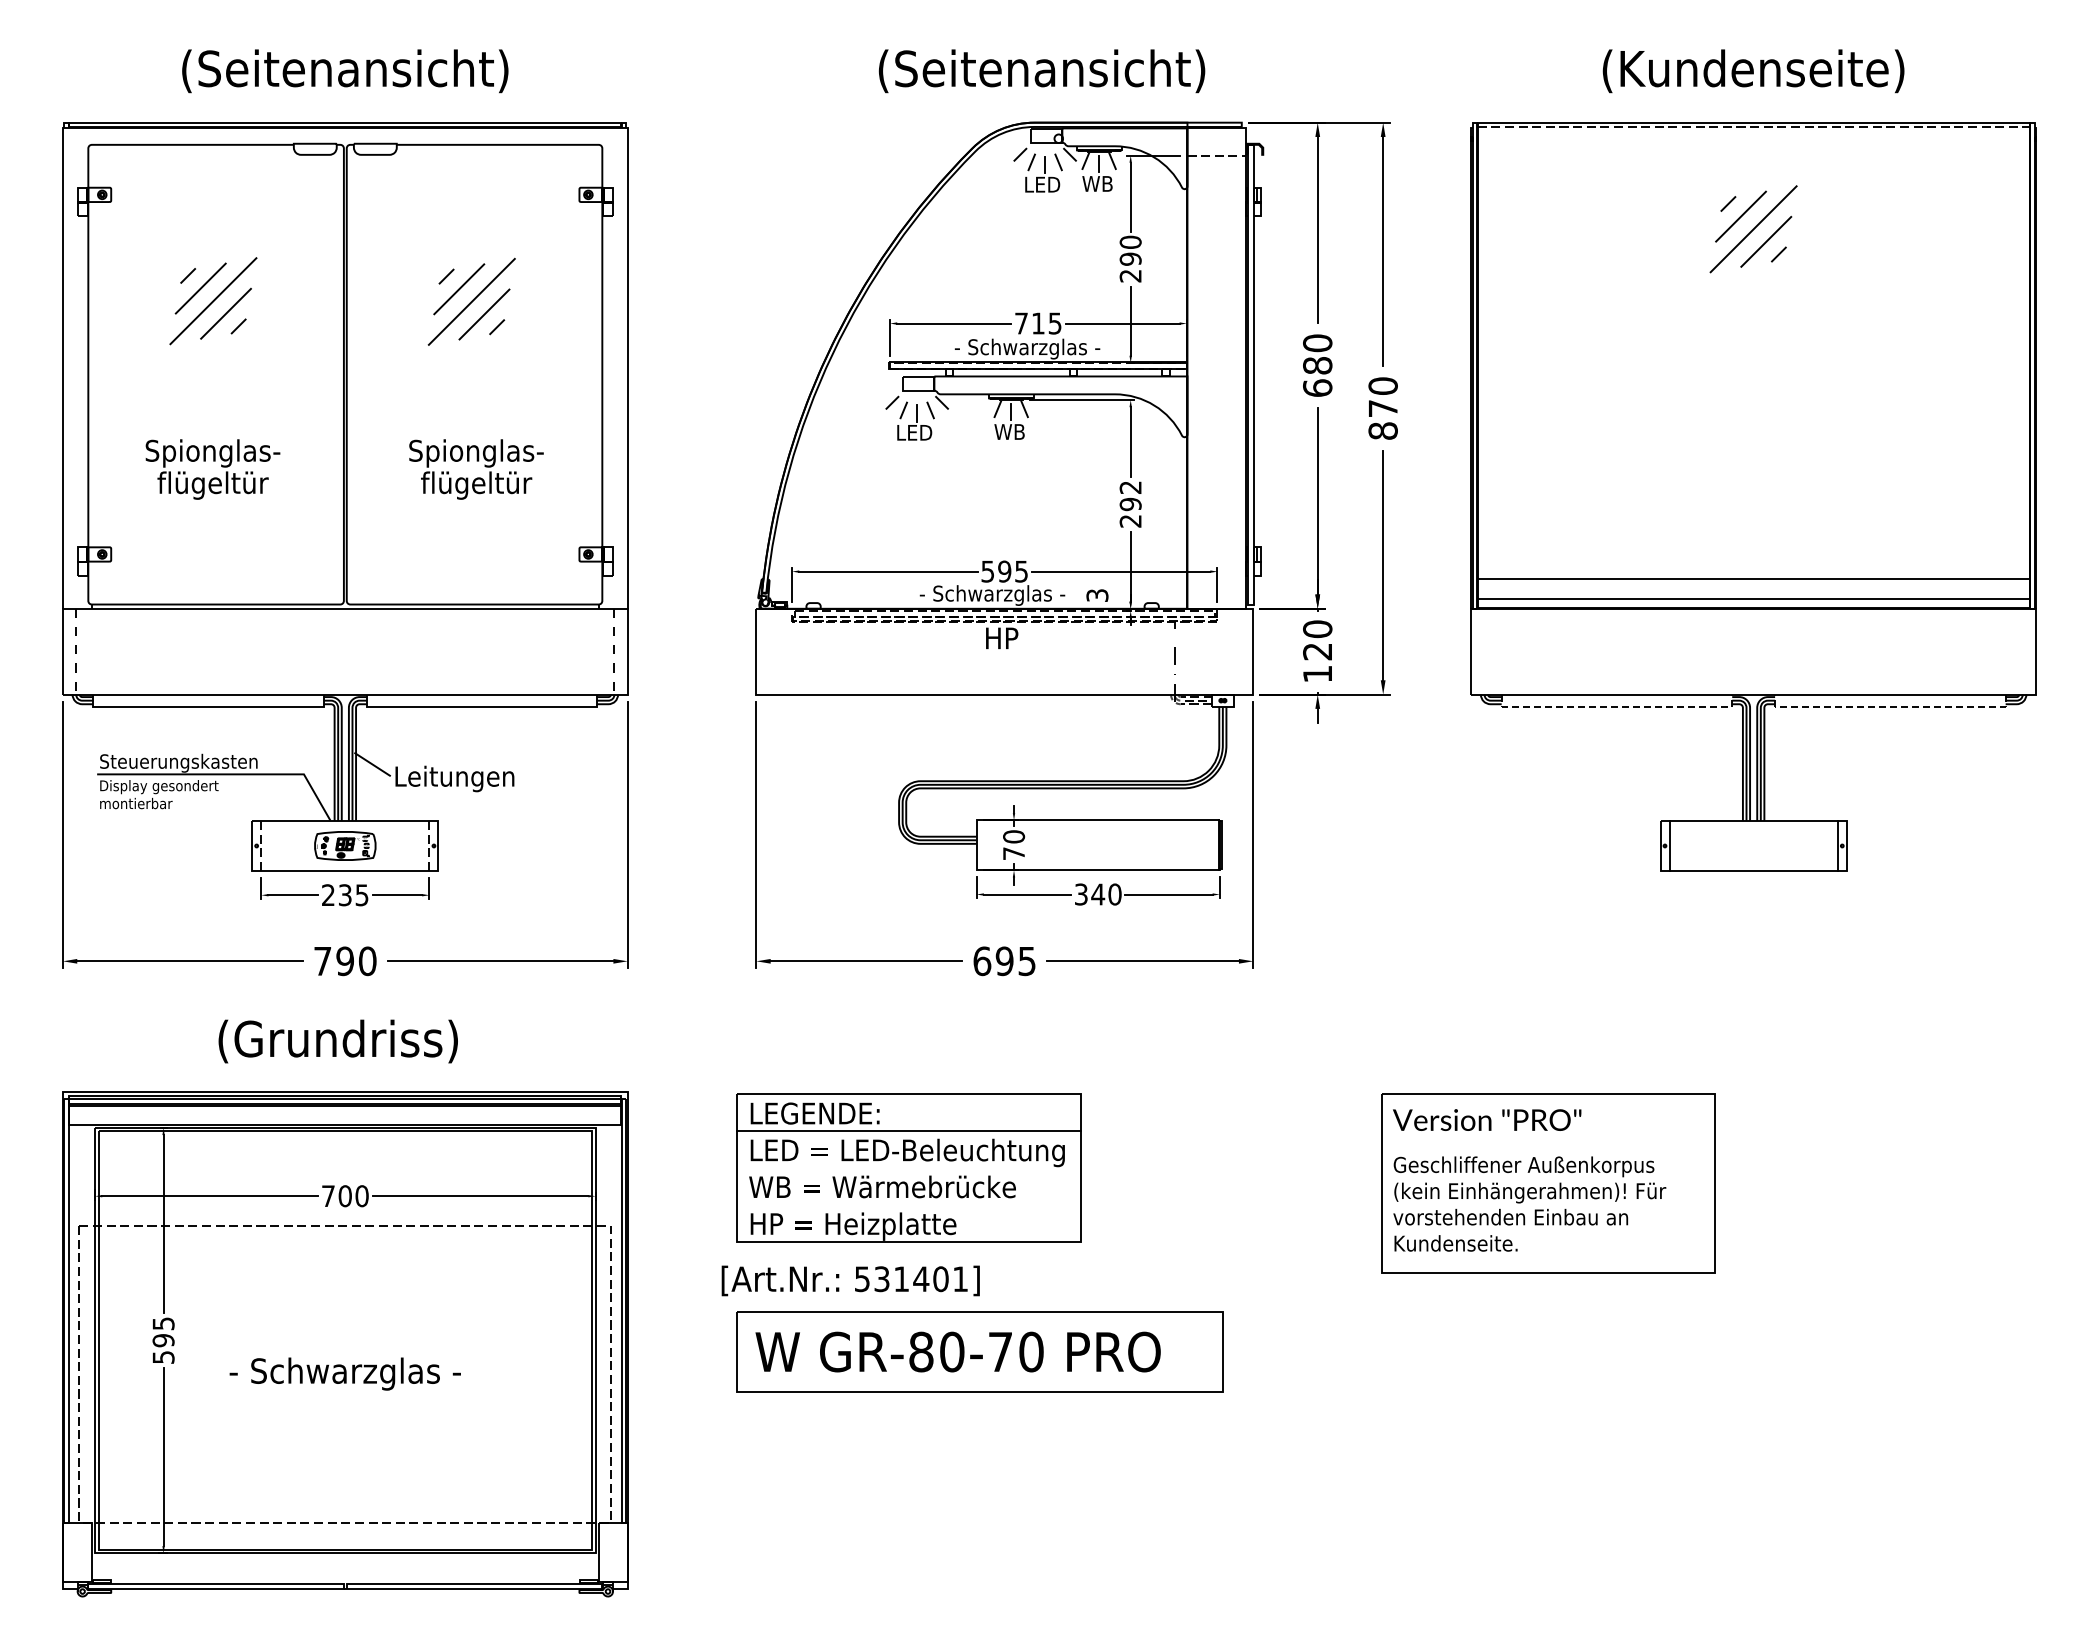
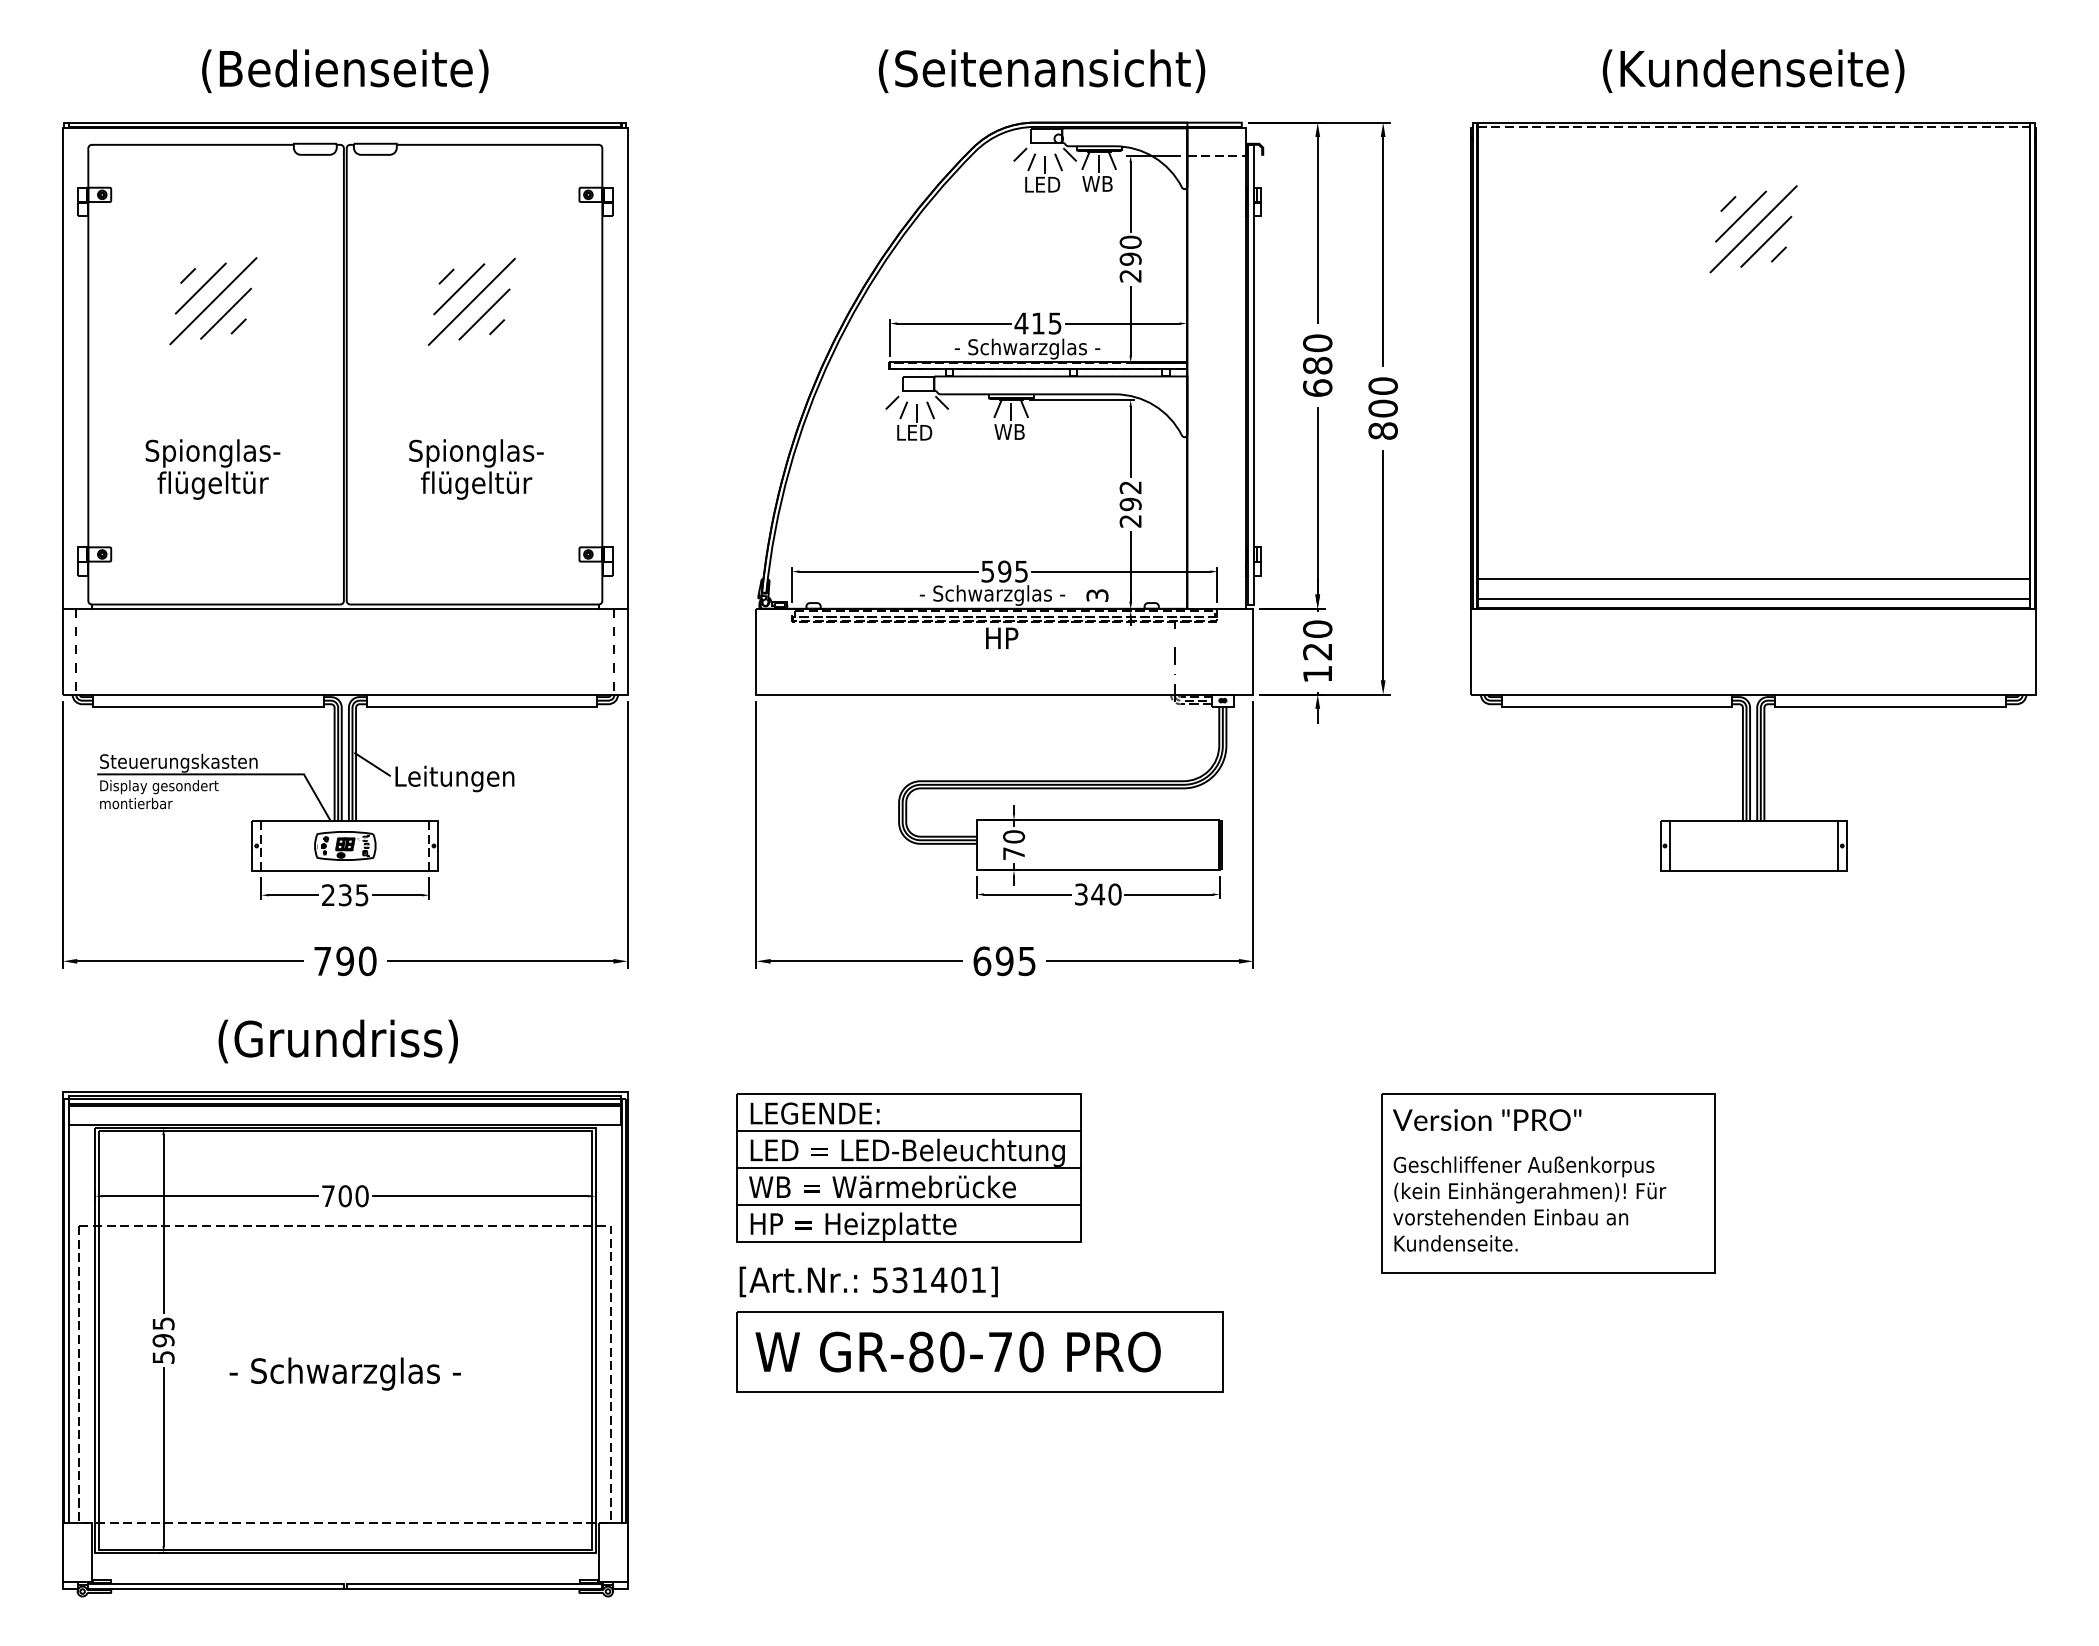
text at (345, 71): (Seitenansicht) -> (Bedienseite)
text at (1021, 323): 715 -> 415
text at (1382, 408): 870 -> 800
line at (1617, 706): dashed -> solid
line at (1889, 706): dashed -> solid
line at (909, 1168): none -> present
line at (909, 1205): none -> present
text at (850, 1280) position: (850, 1280) -> (868, 1281)
